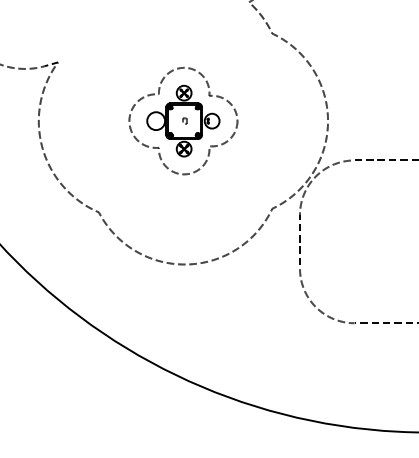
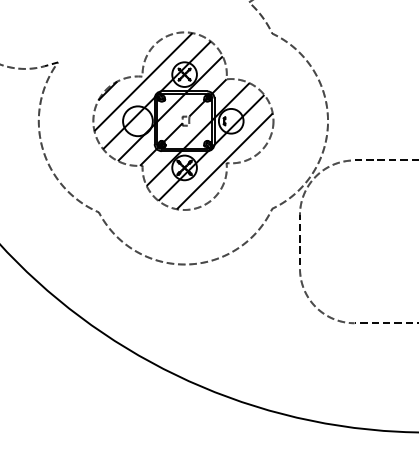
part at (183, 121) size: 111x109 px -> 183x180 px
